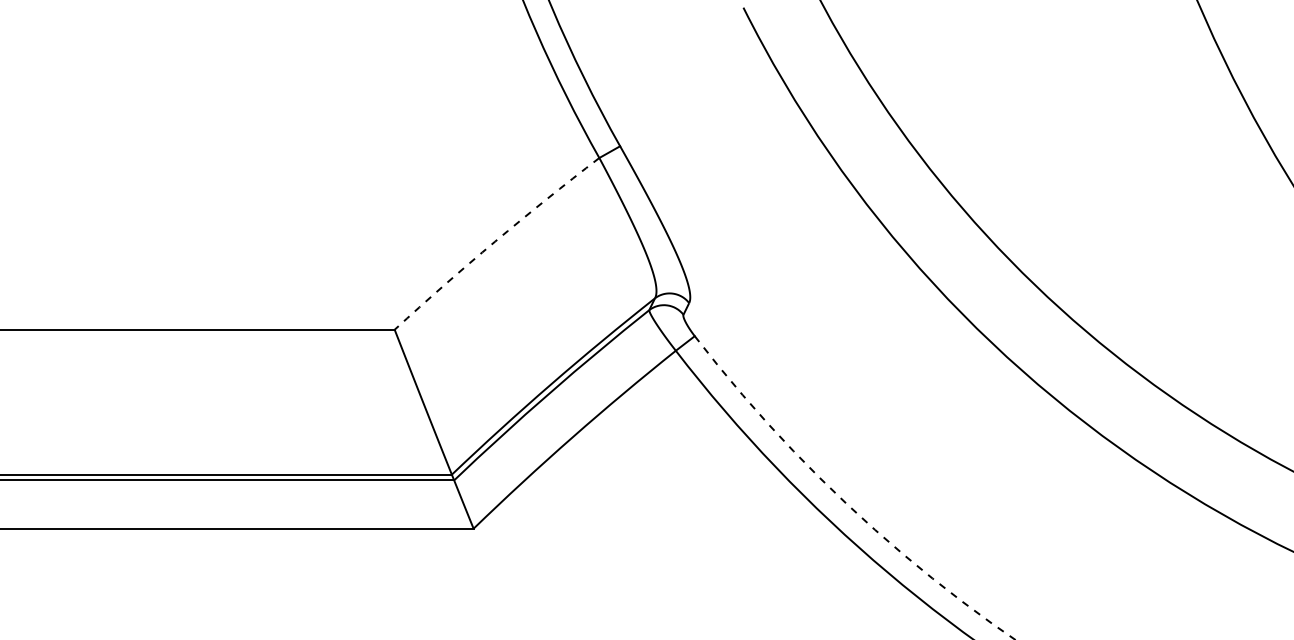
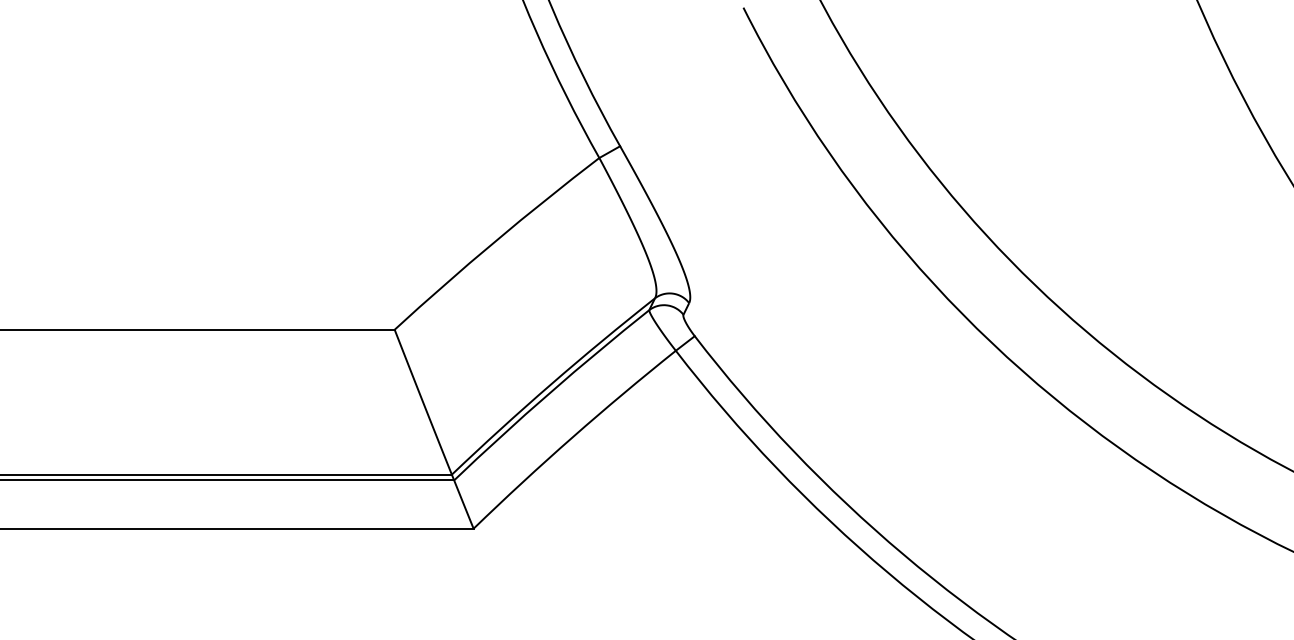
arc at (495, 241): dashed -> solid
arc at (843, 500): dashed -> solid
